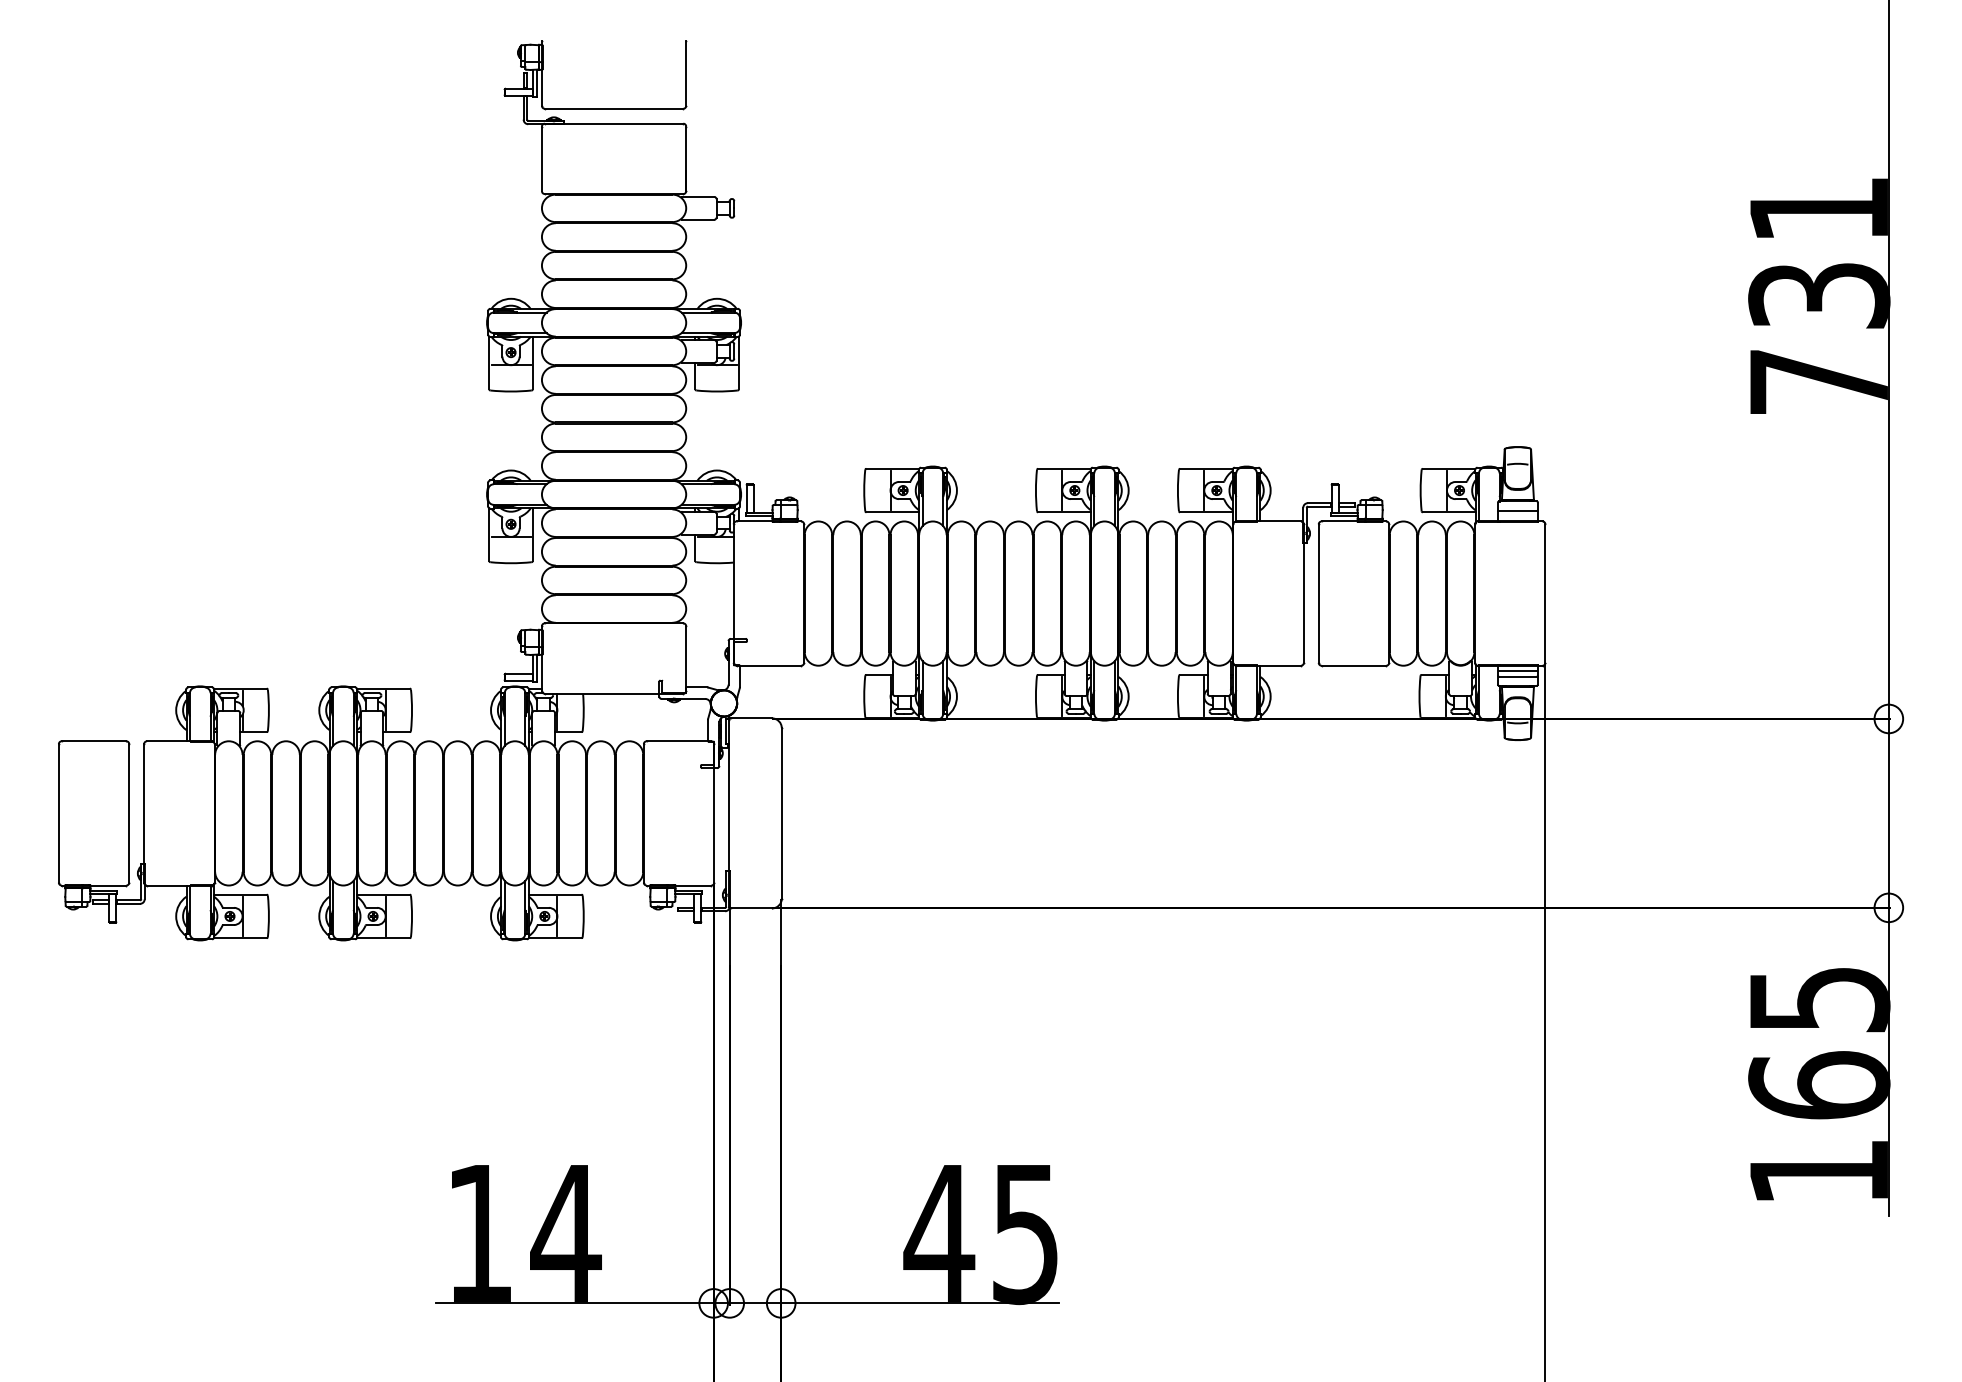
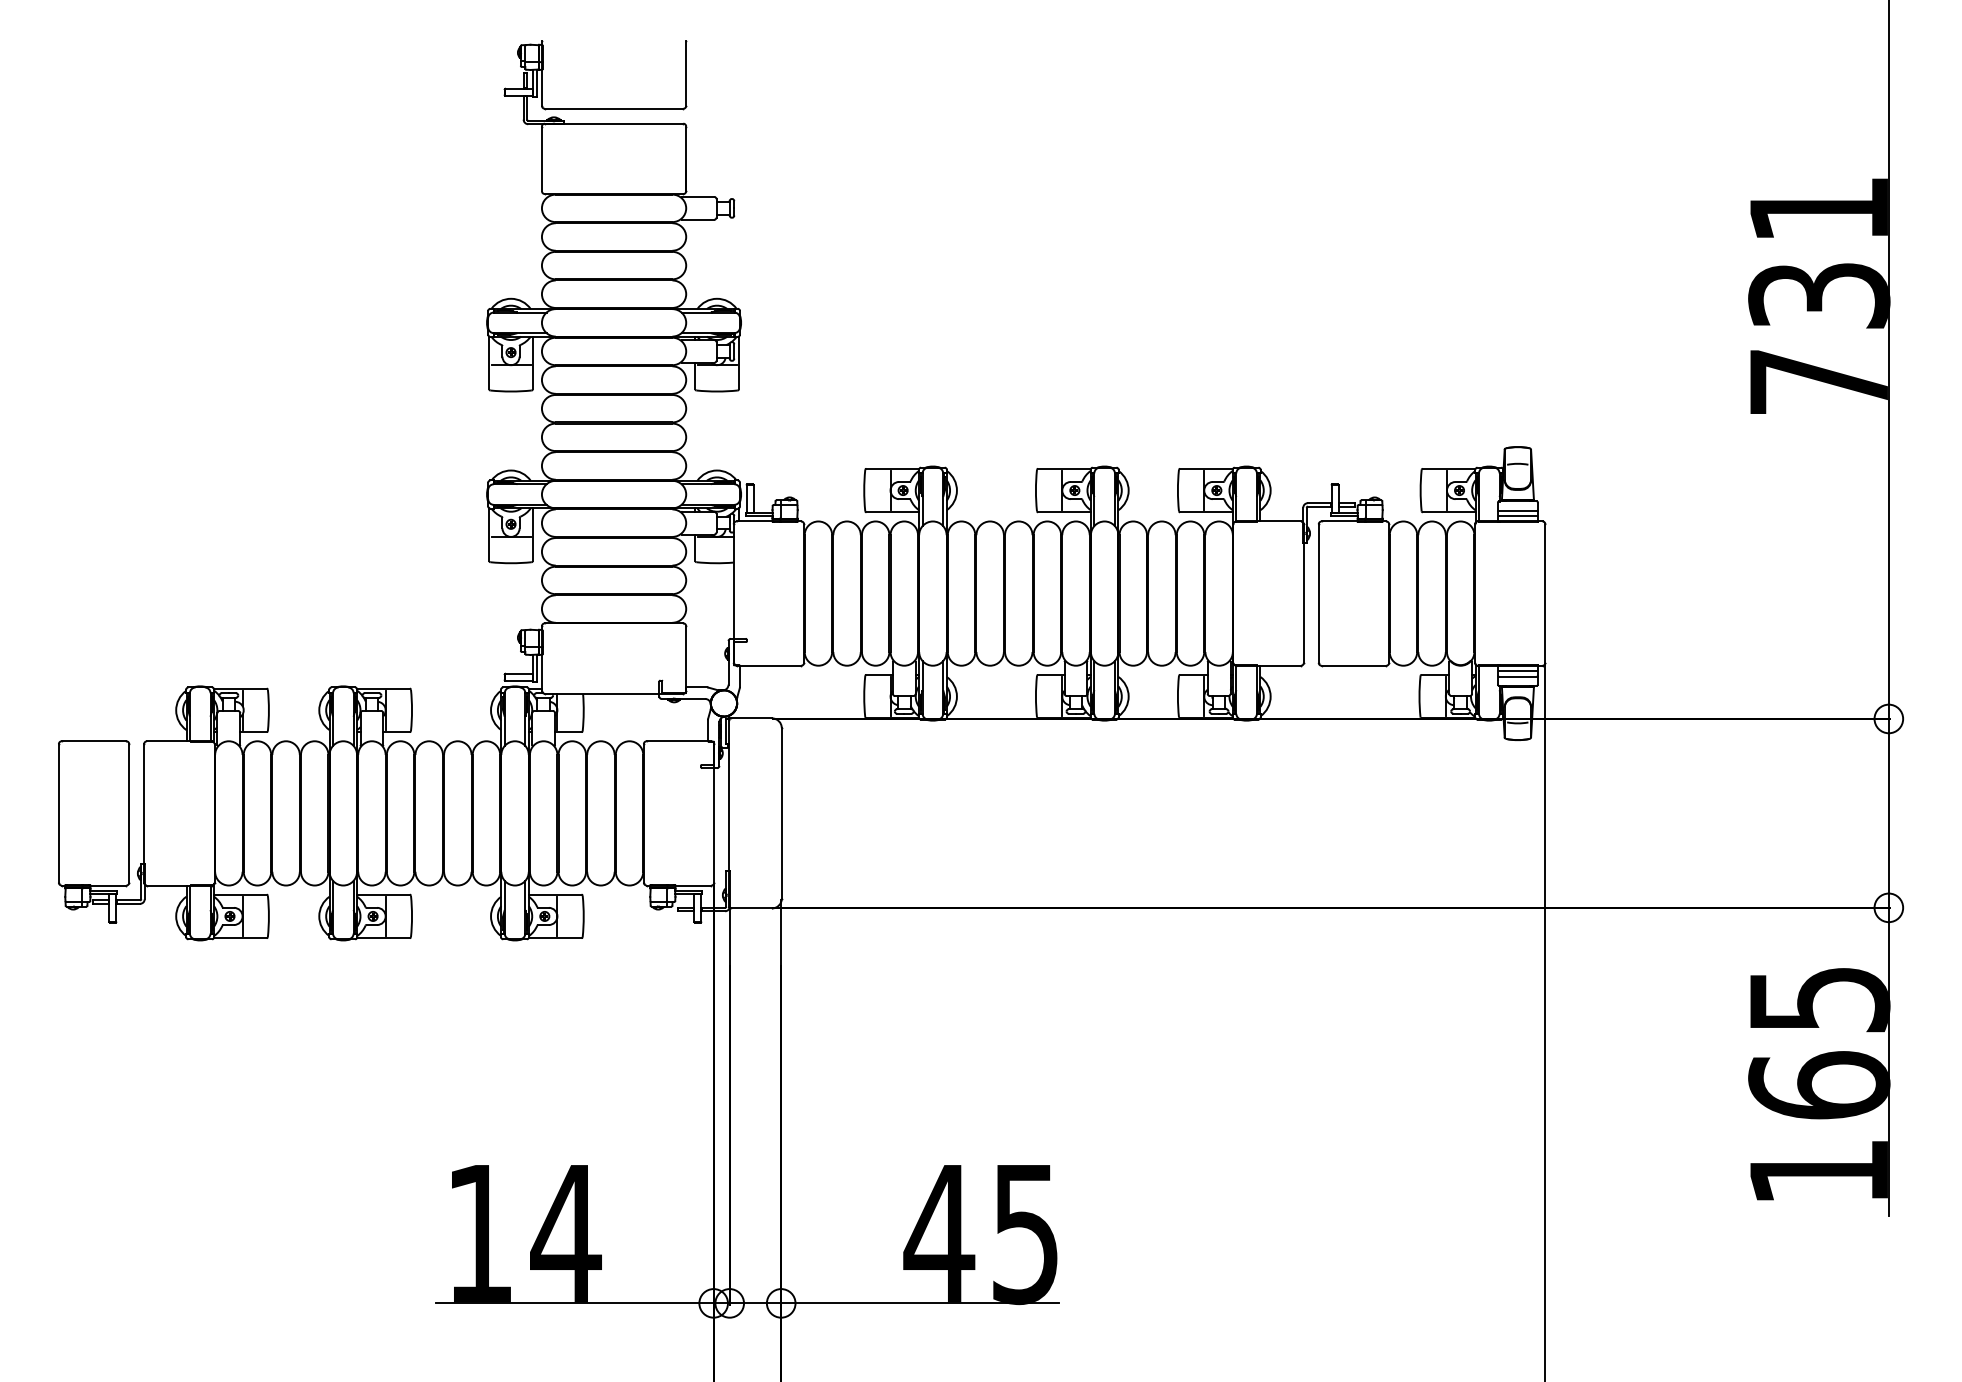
line at (1517, 515): none -> present
